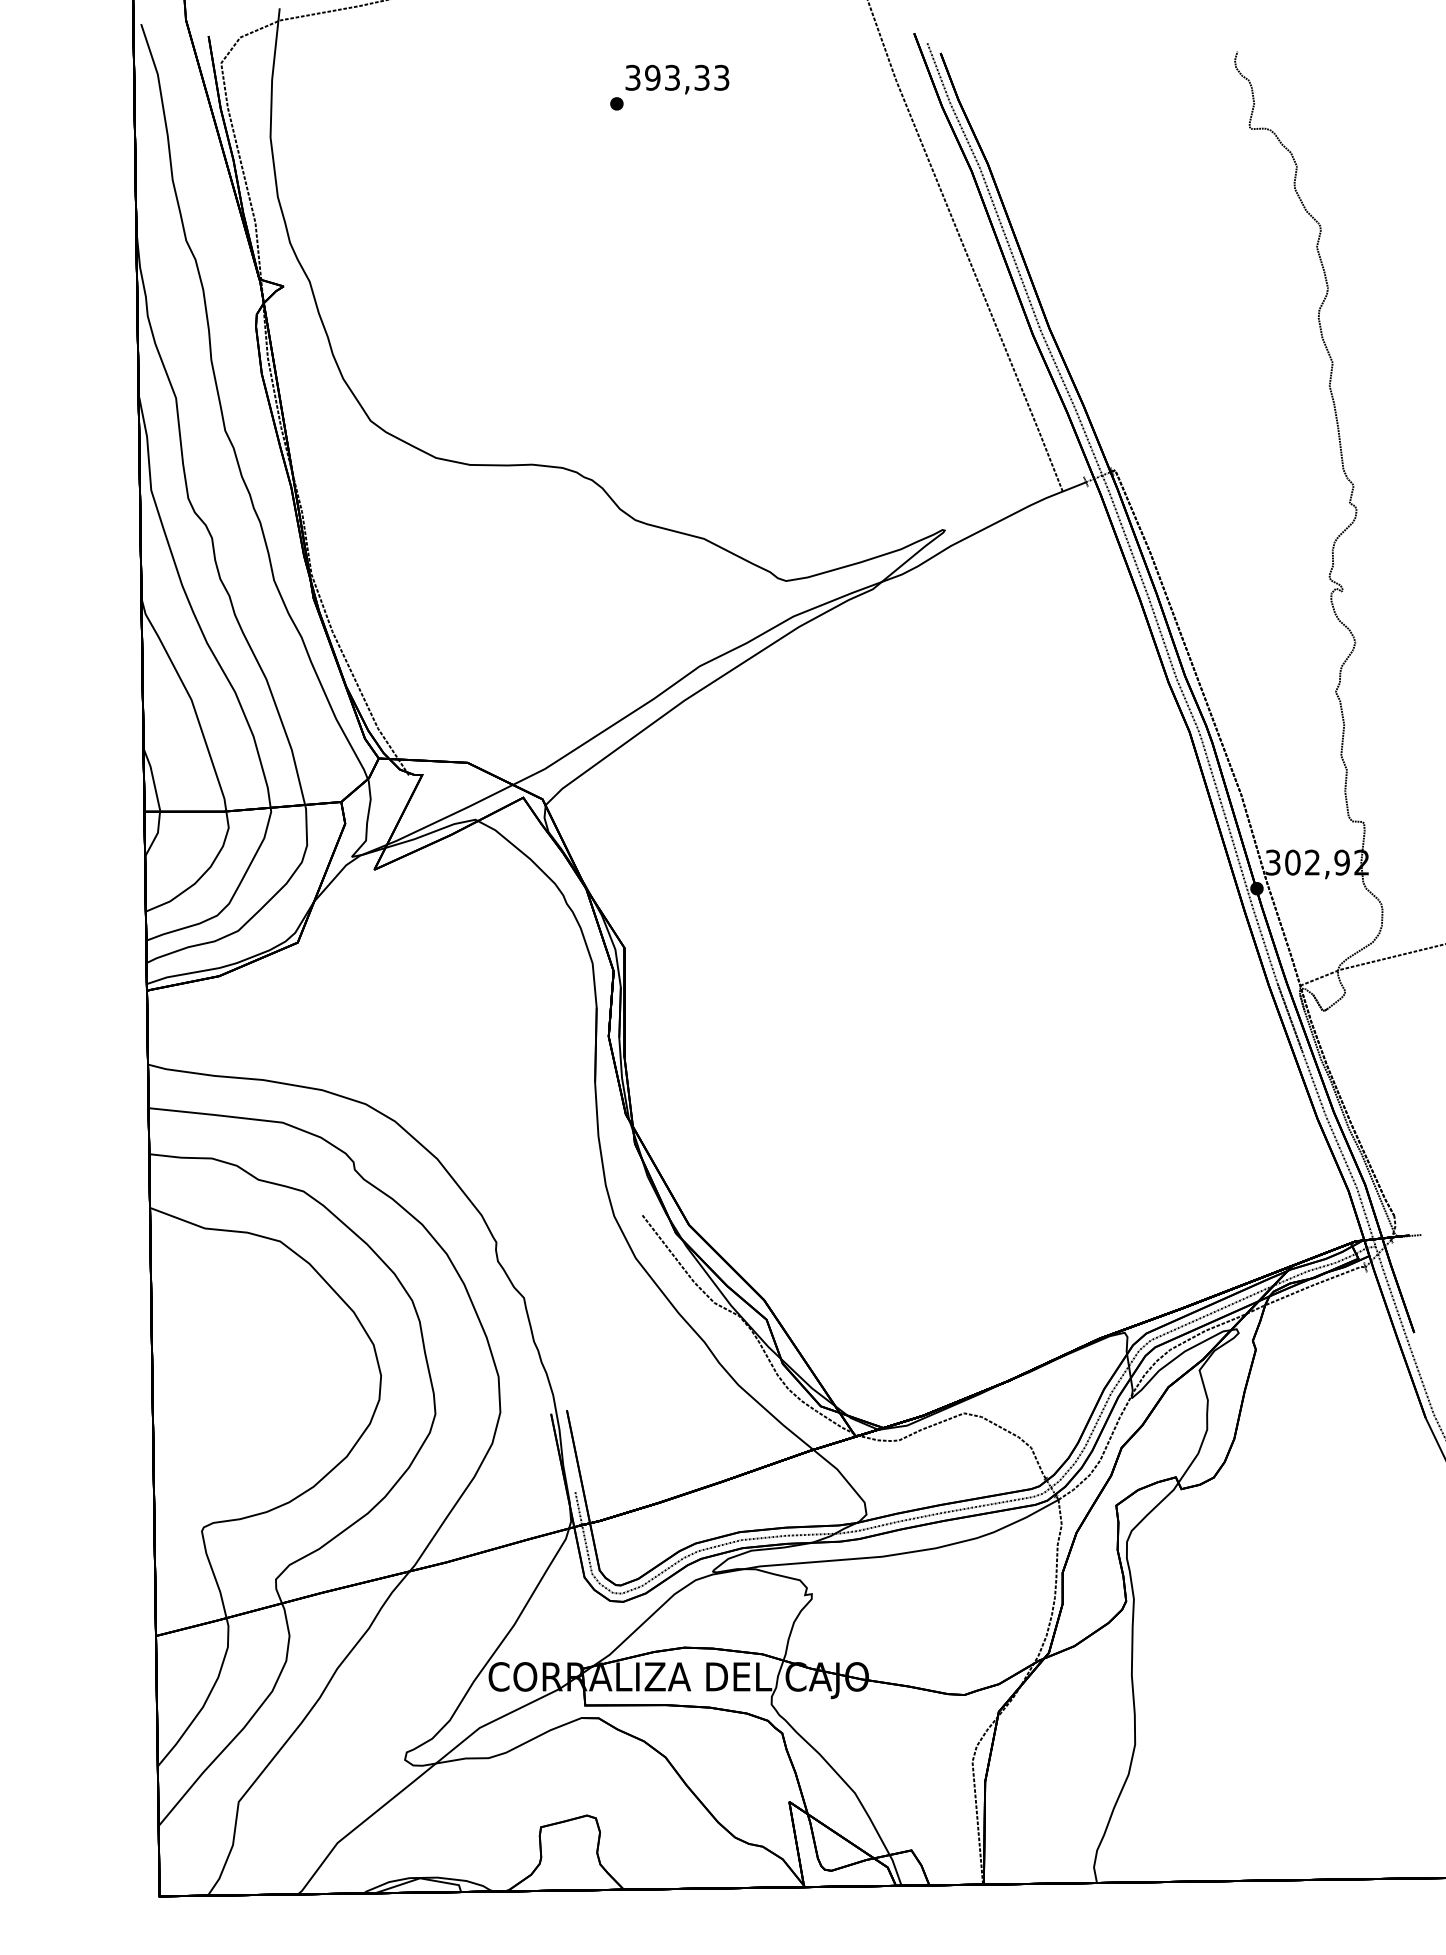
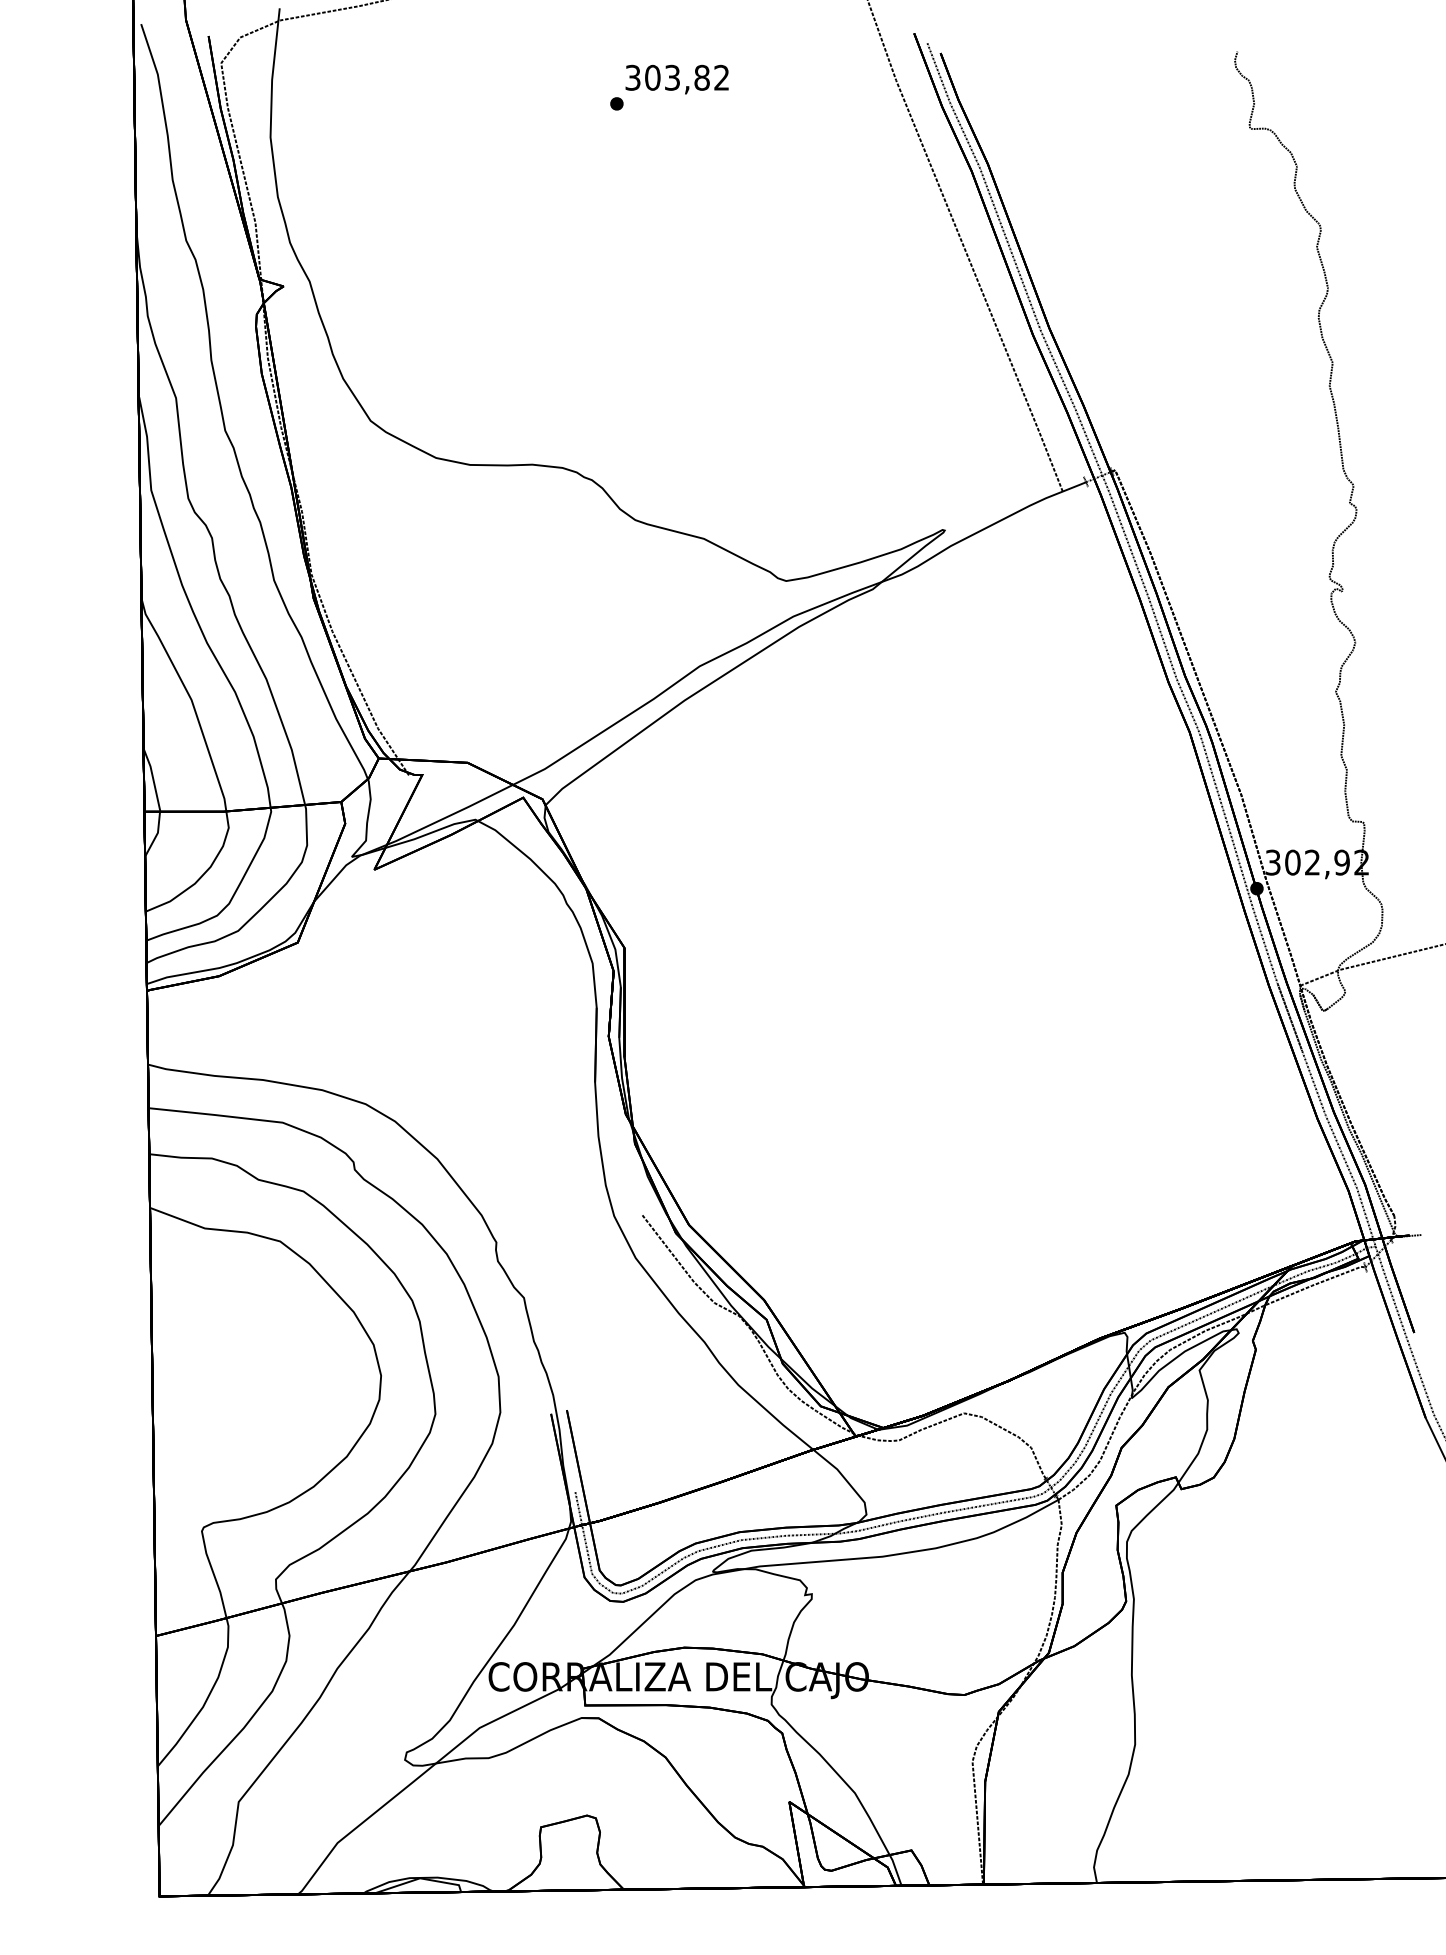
text at (687, 77): 393,33 -> 303,82
